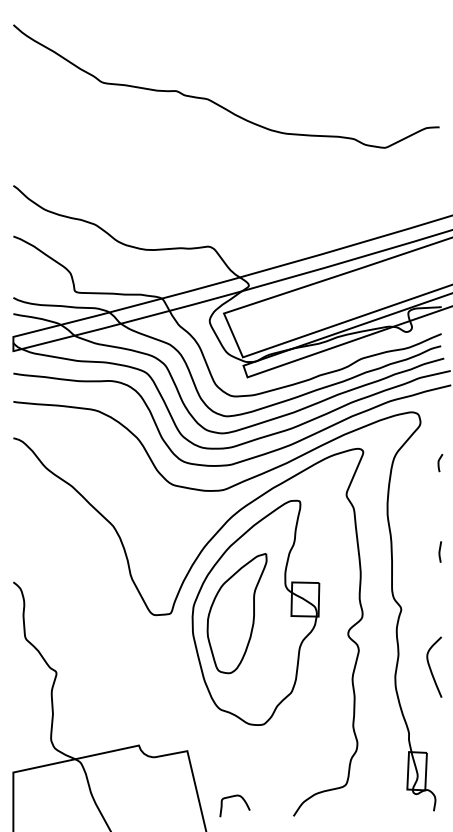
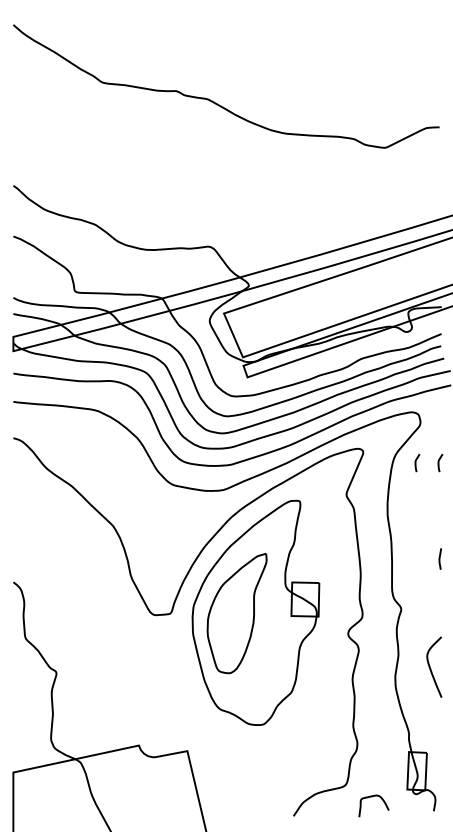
curve at (416, 463): none -> present
line at (439, 551) position: (439, 551) -> (439, 558)
curve at (233, 797) position: (233, 797) -> (372, 797)
